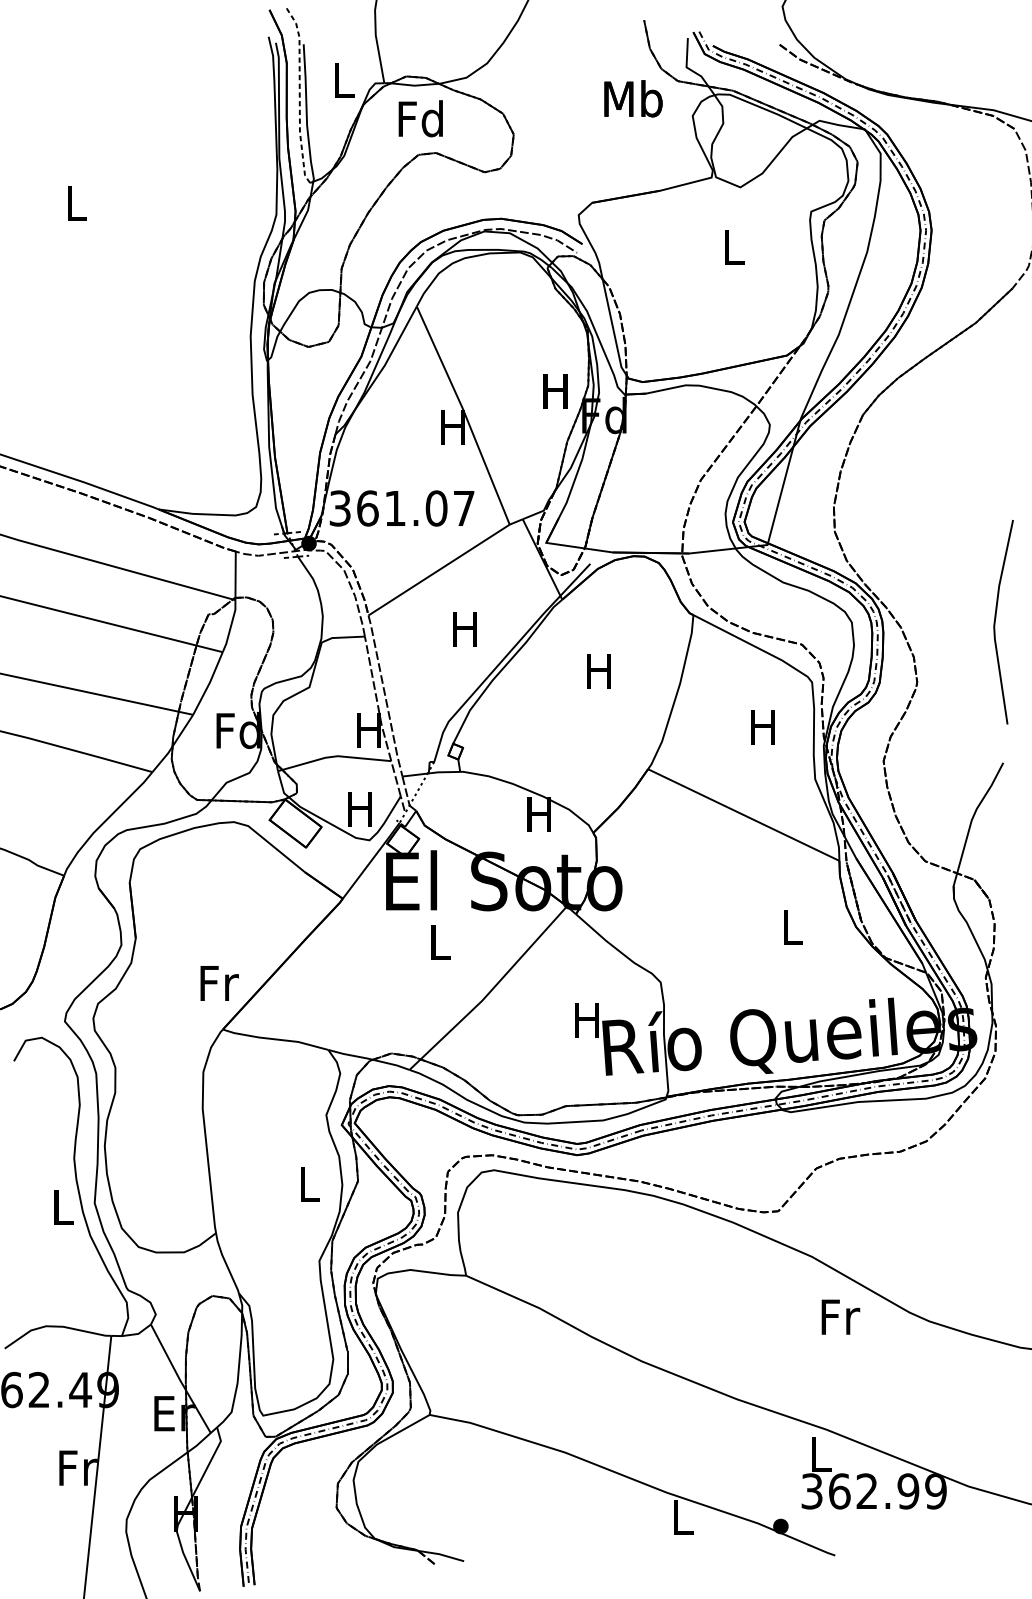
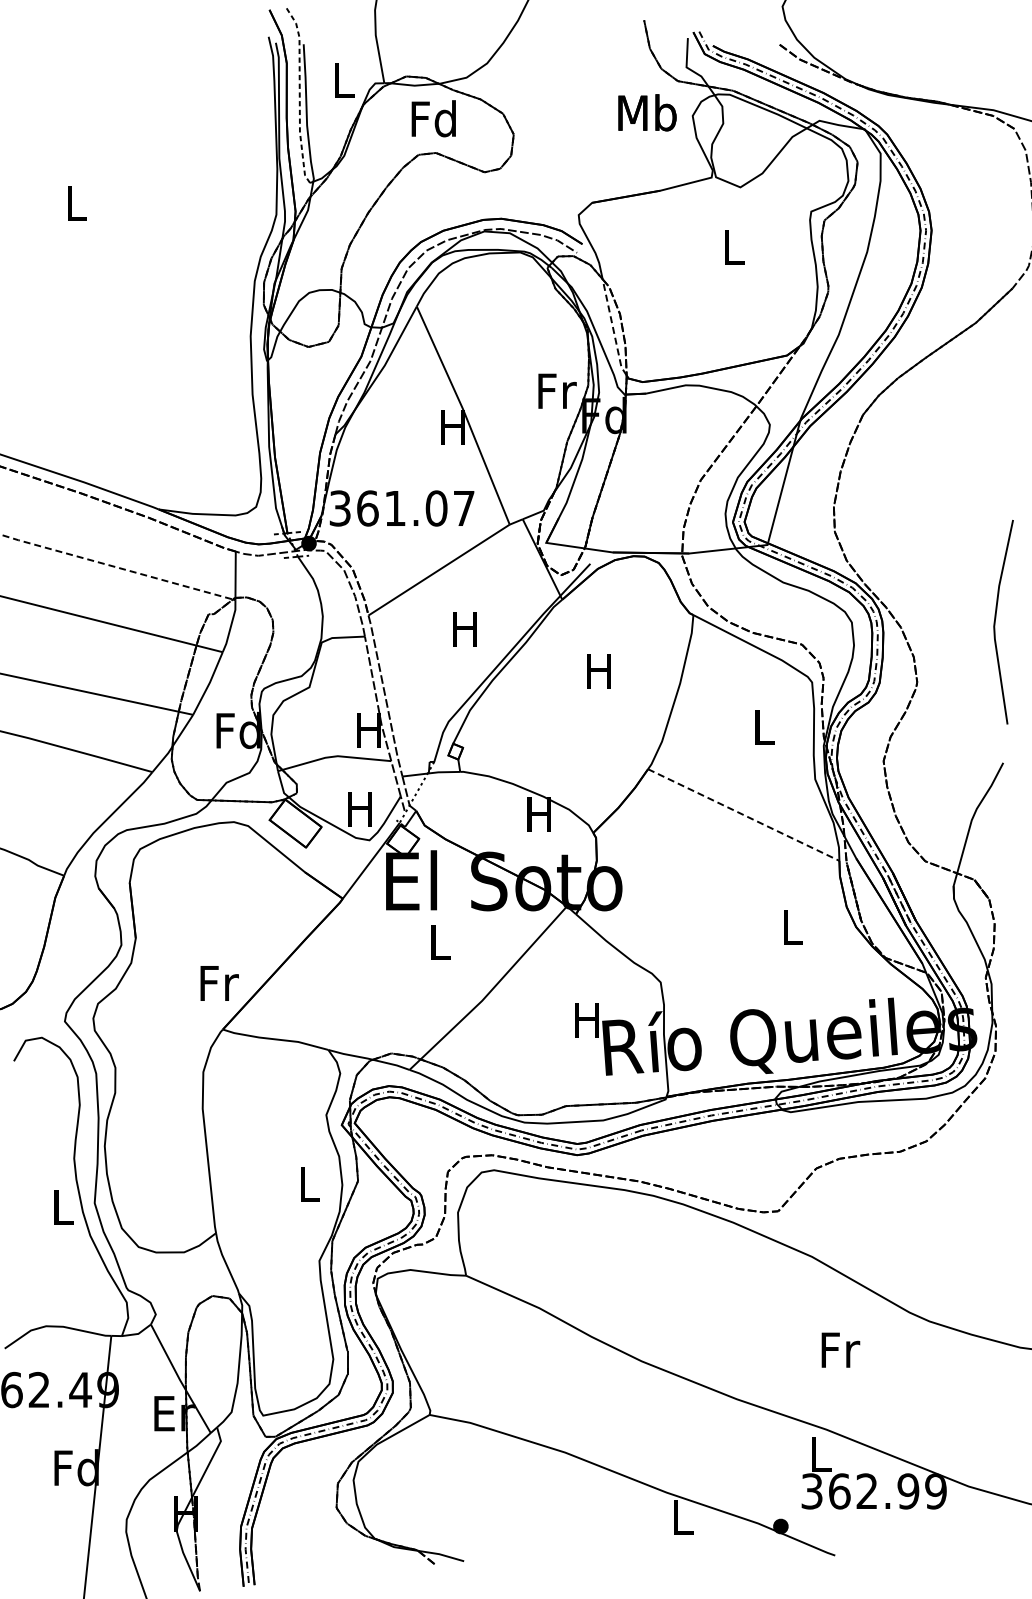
text at (633, 98) position: (633, 98) -> (647, 112)
text at (420, 118) position: (420, 118) -> (433, 118)
line at (613, 328): solid -> dashed
text at (557, 390): H -> Fr
line at (116, 567): solid -> dashed
text at (762, 727): H -> L
line at (744, 815): solid -> dashed
text at (840, 1316) position: (840, 1316) -> (840, 1349)
text at (76, 1467): Fr -> Fd
